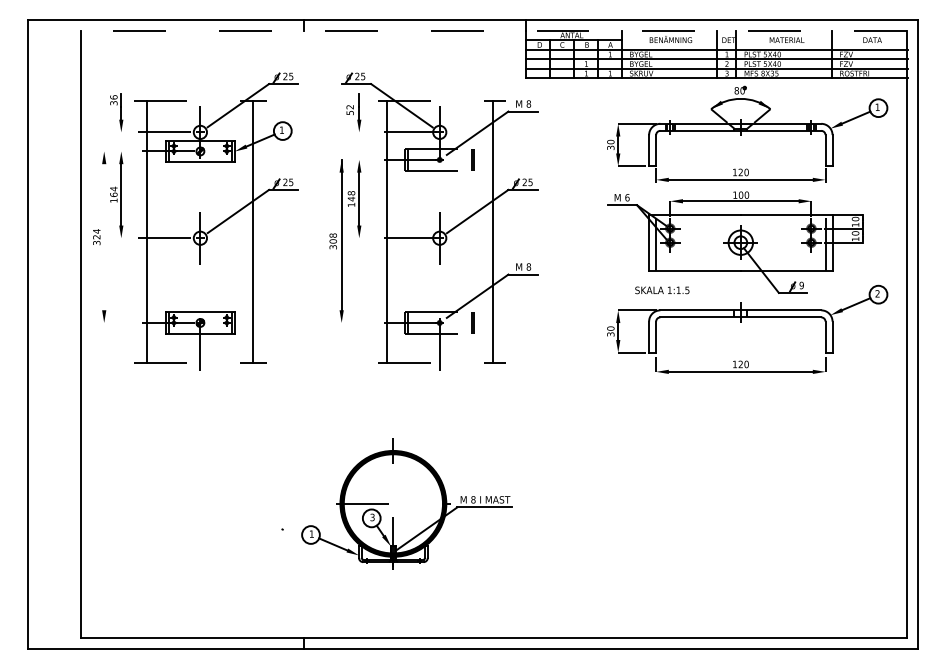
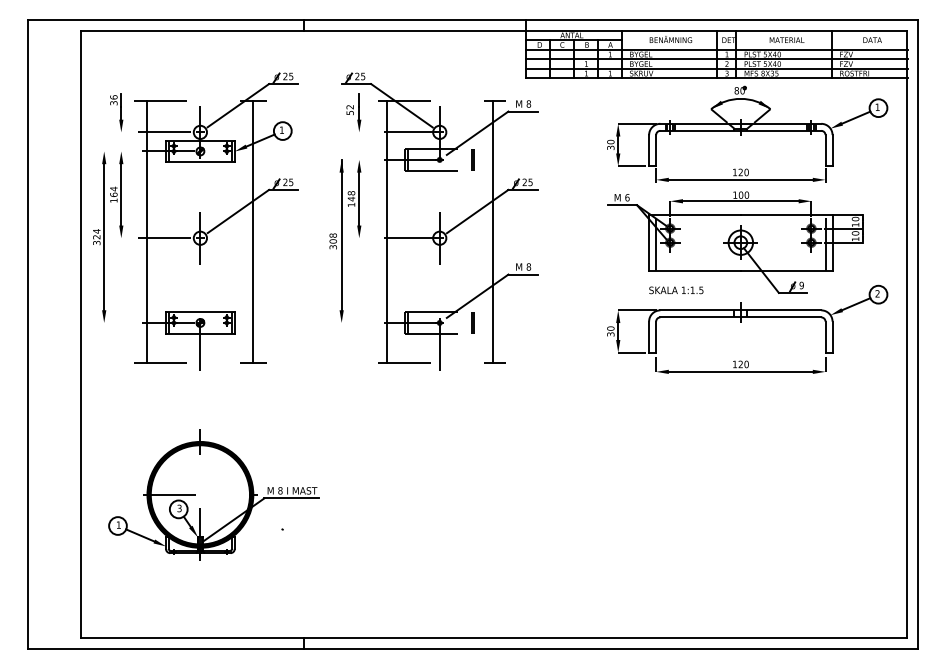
line at (494, 30): dashed -> solid
line at (104, 237): none -> present
text at (662, 290) position: (662, 290) -> (676, 290)
part at (406, 503) position: (406, 503) -> (213, 494)
